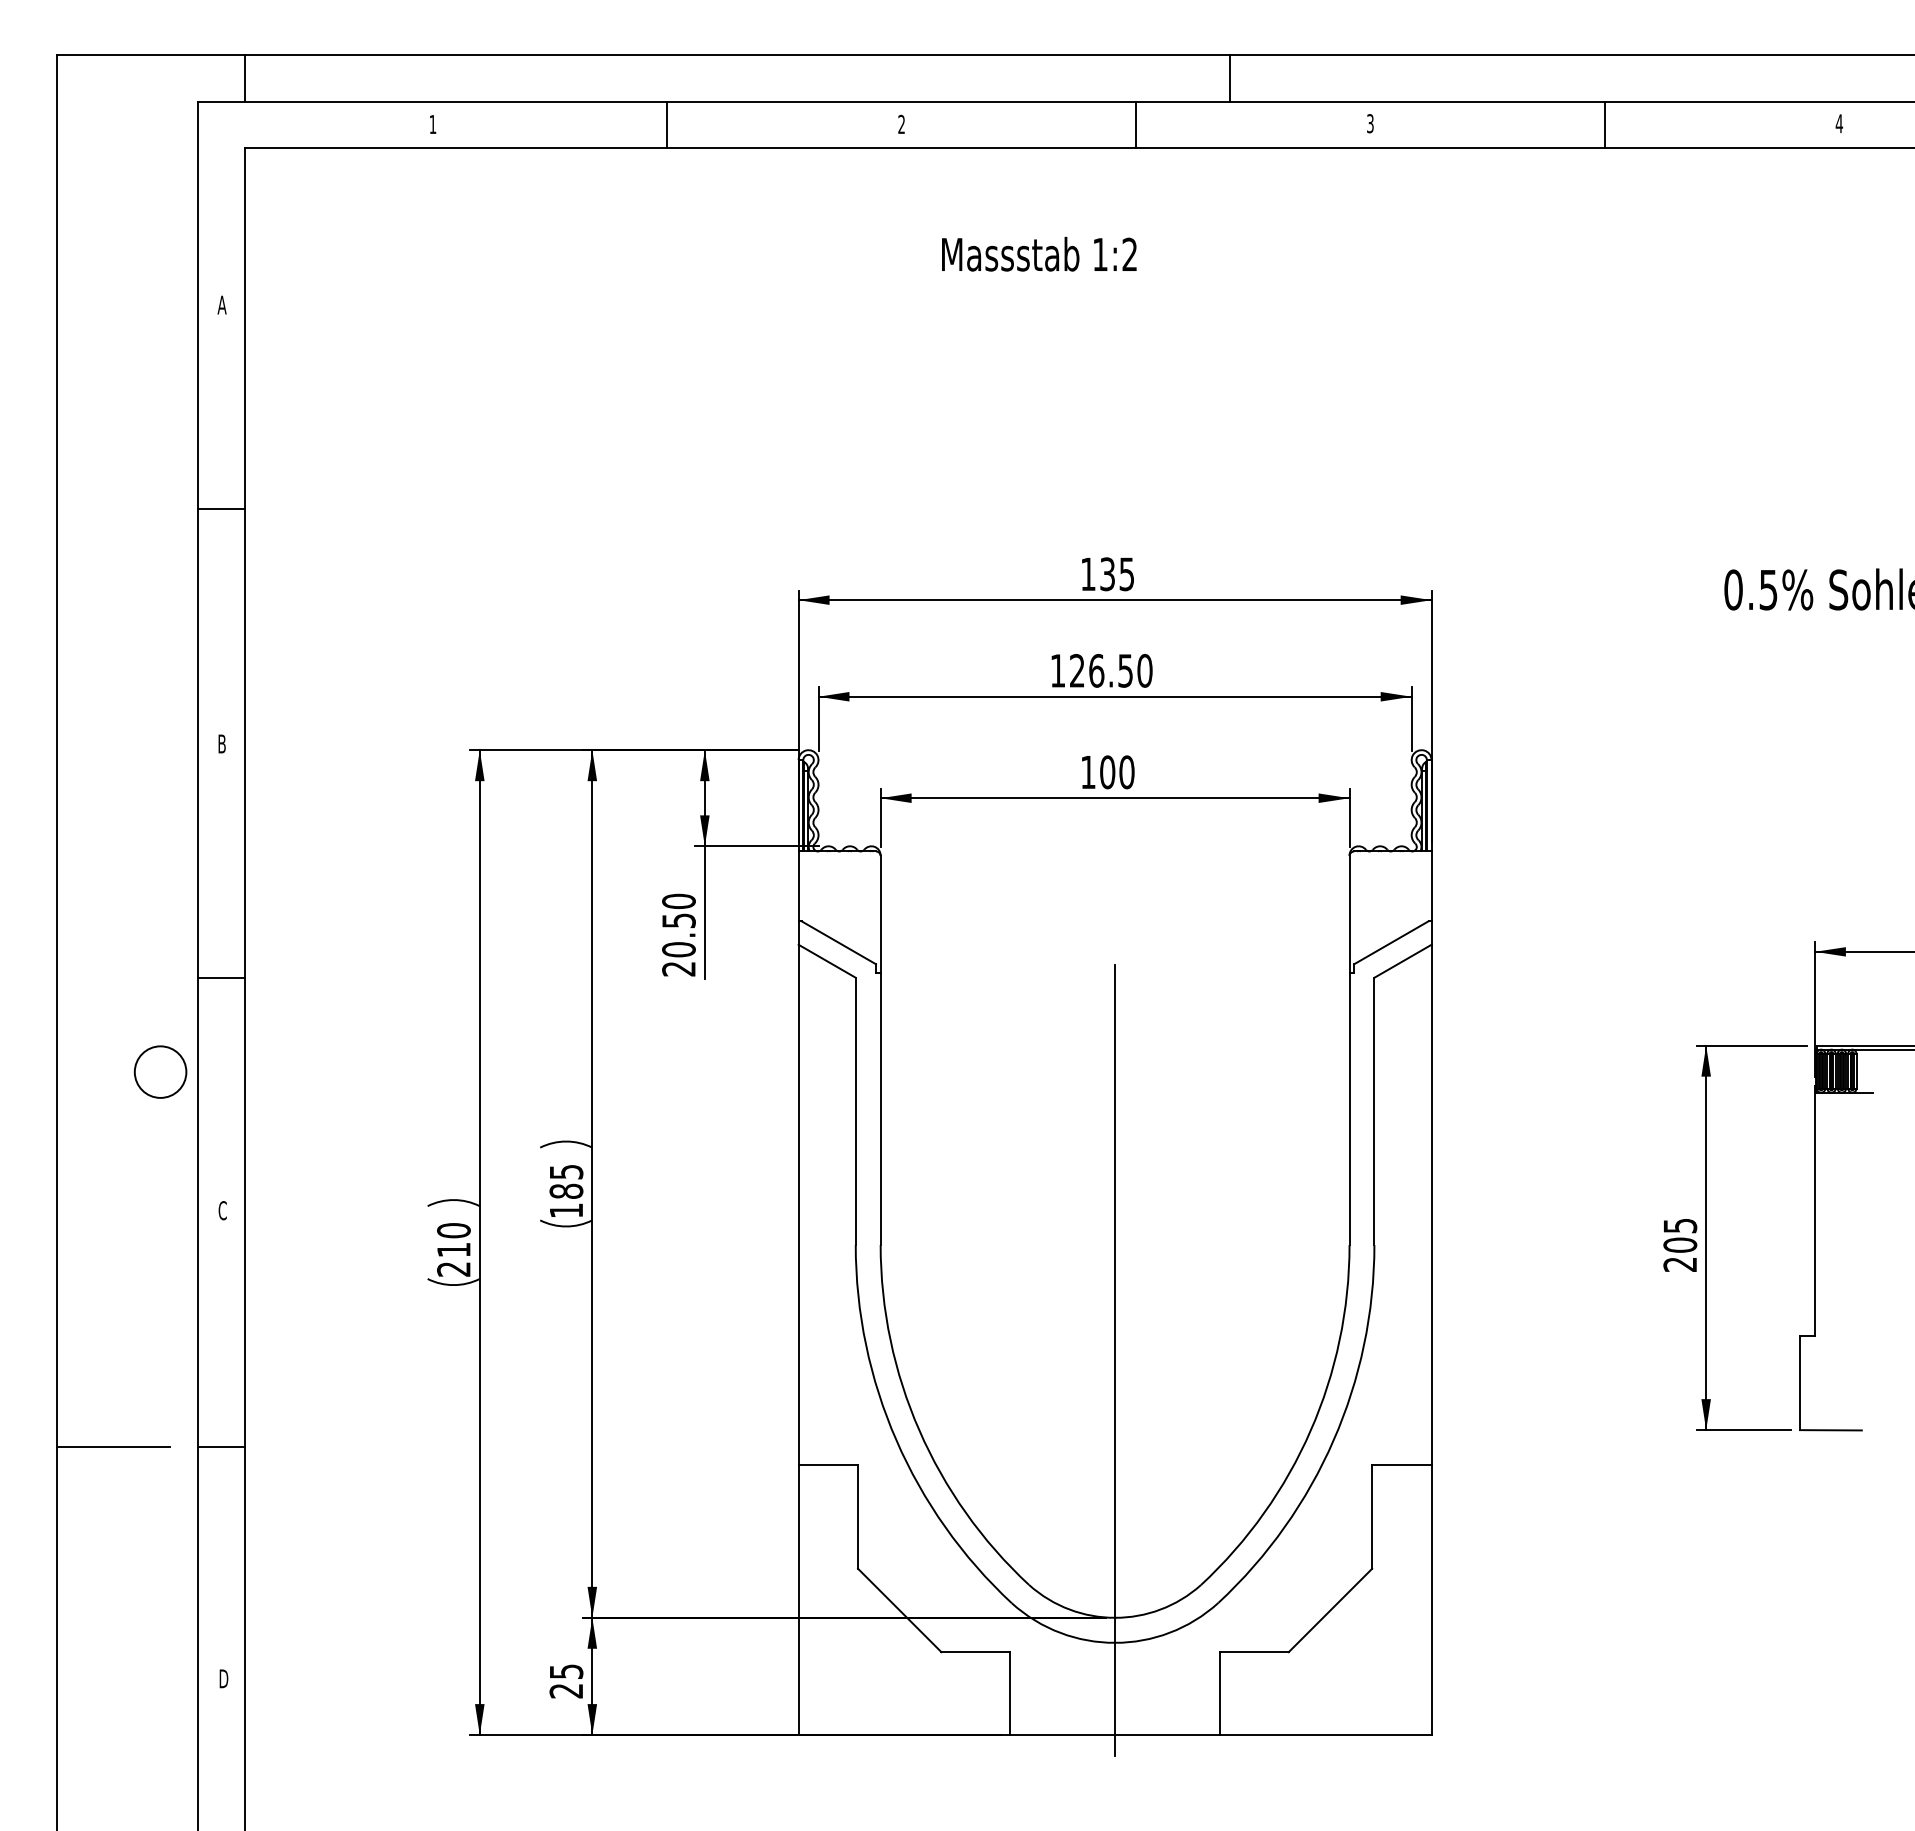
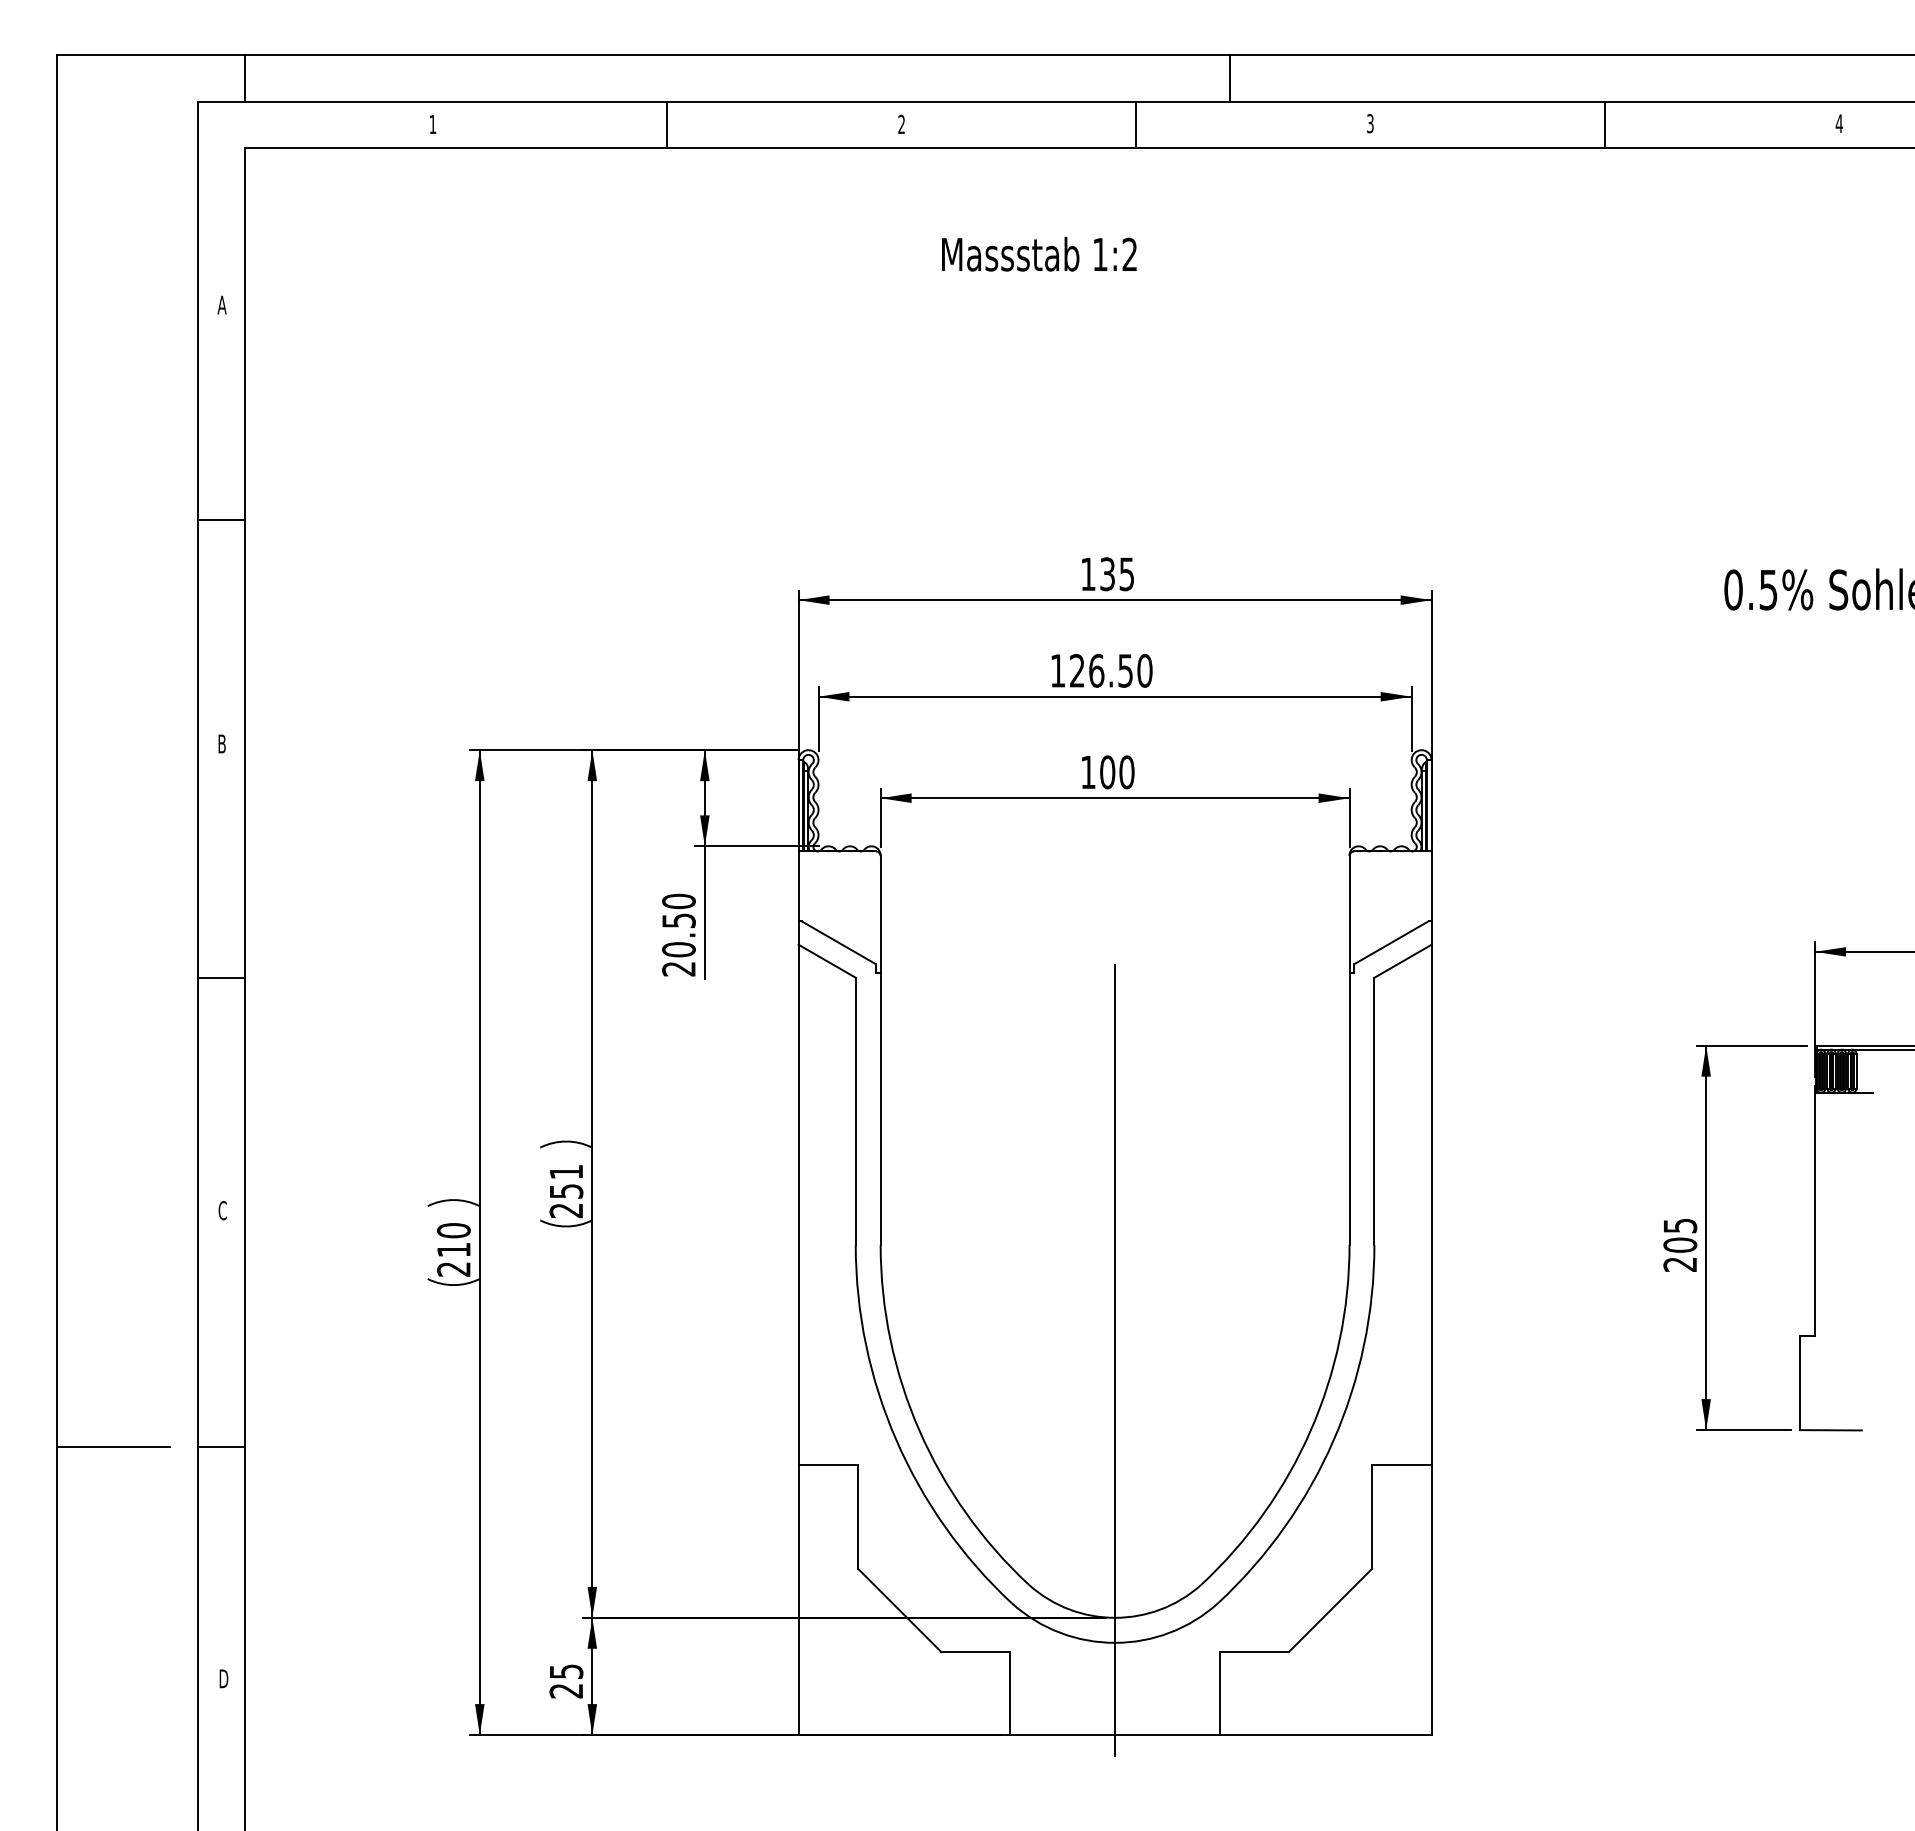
line at (221, 509) position: (221, 509) -> (221, 520)
circle at (160, 1071): present -> none
text at (566, 1191): 185 -> 251
